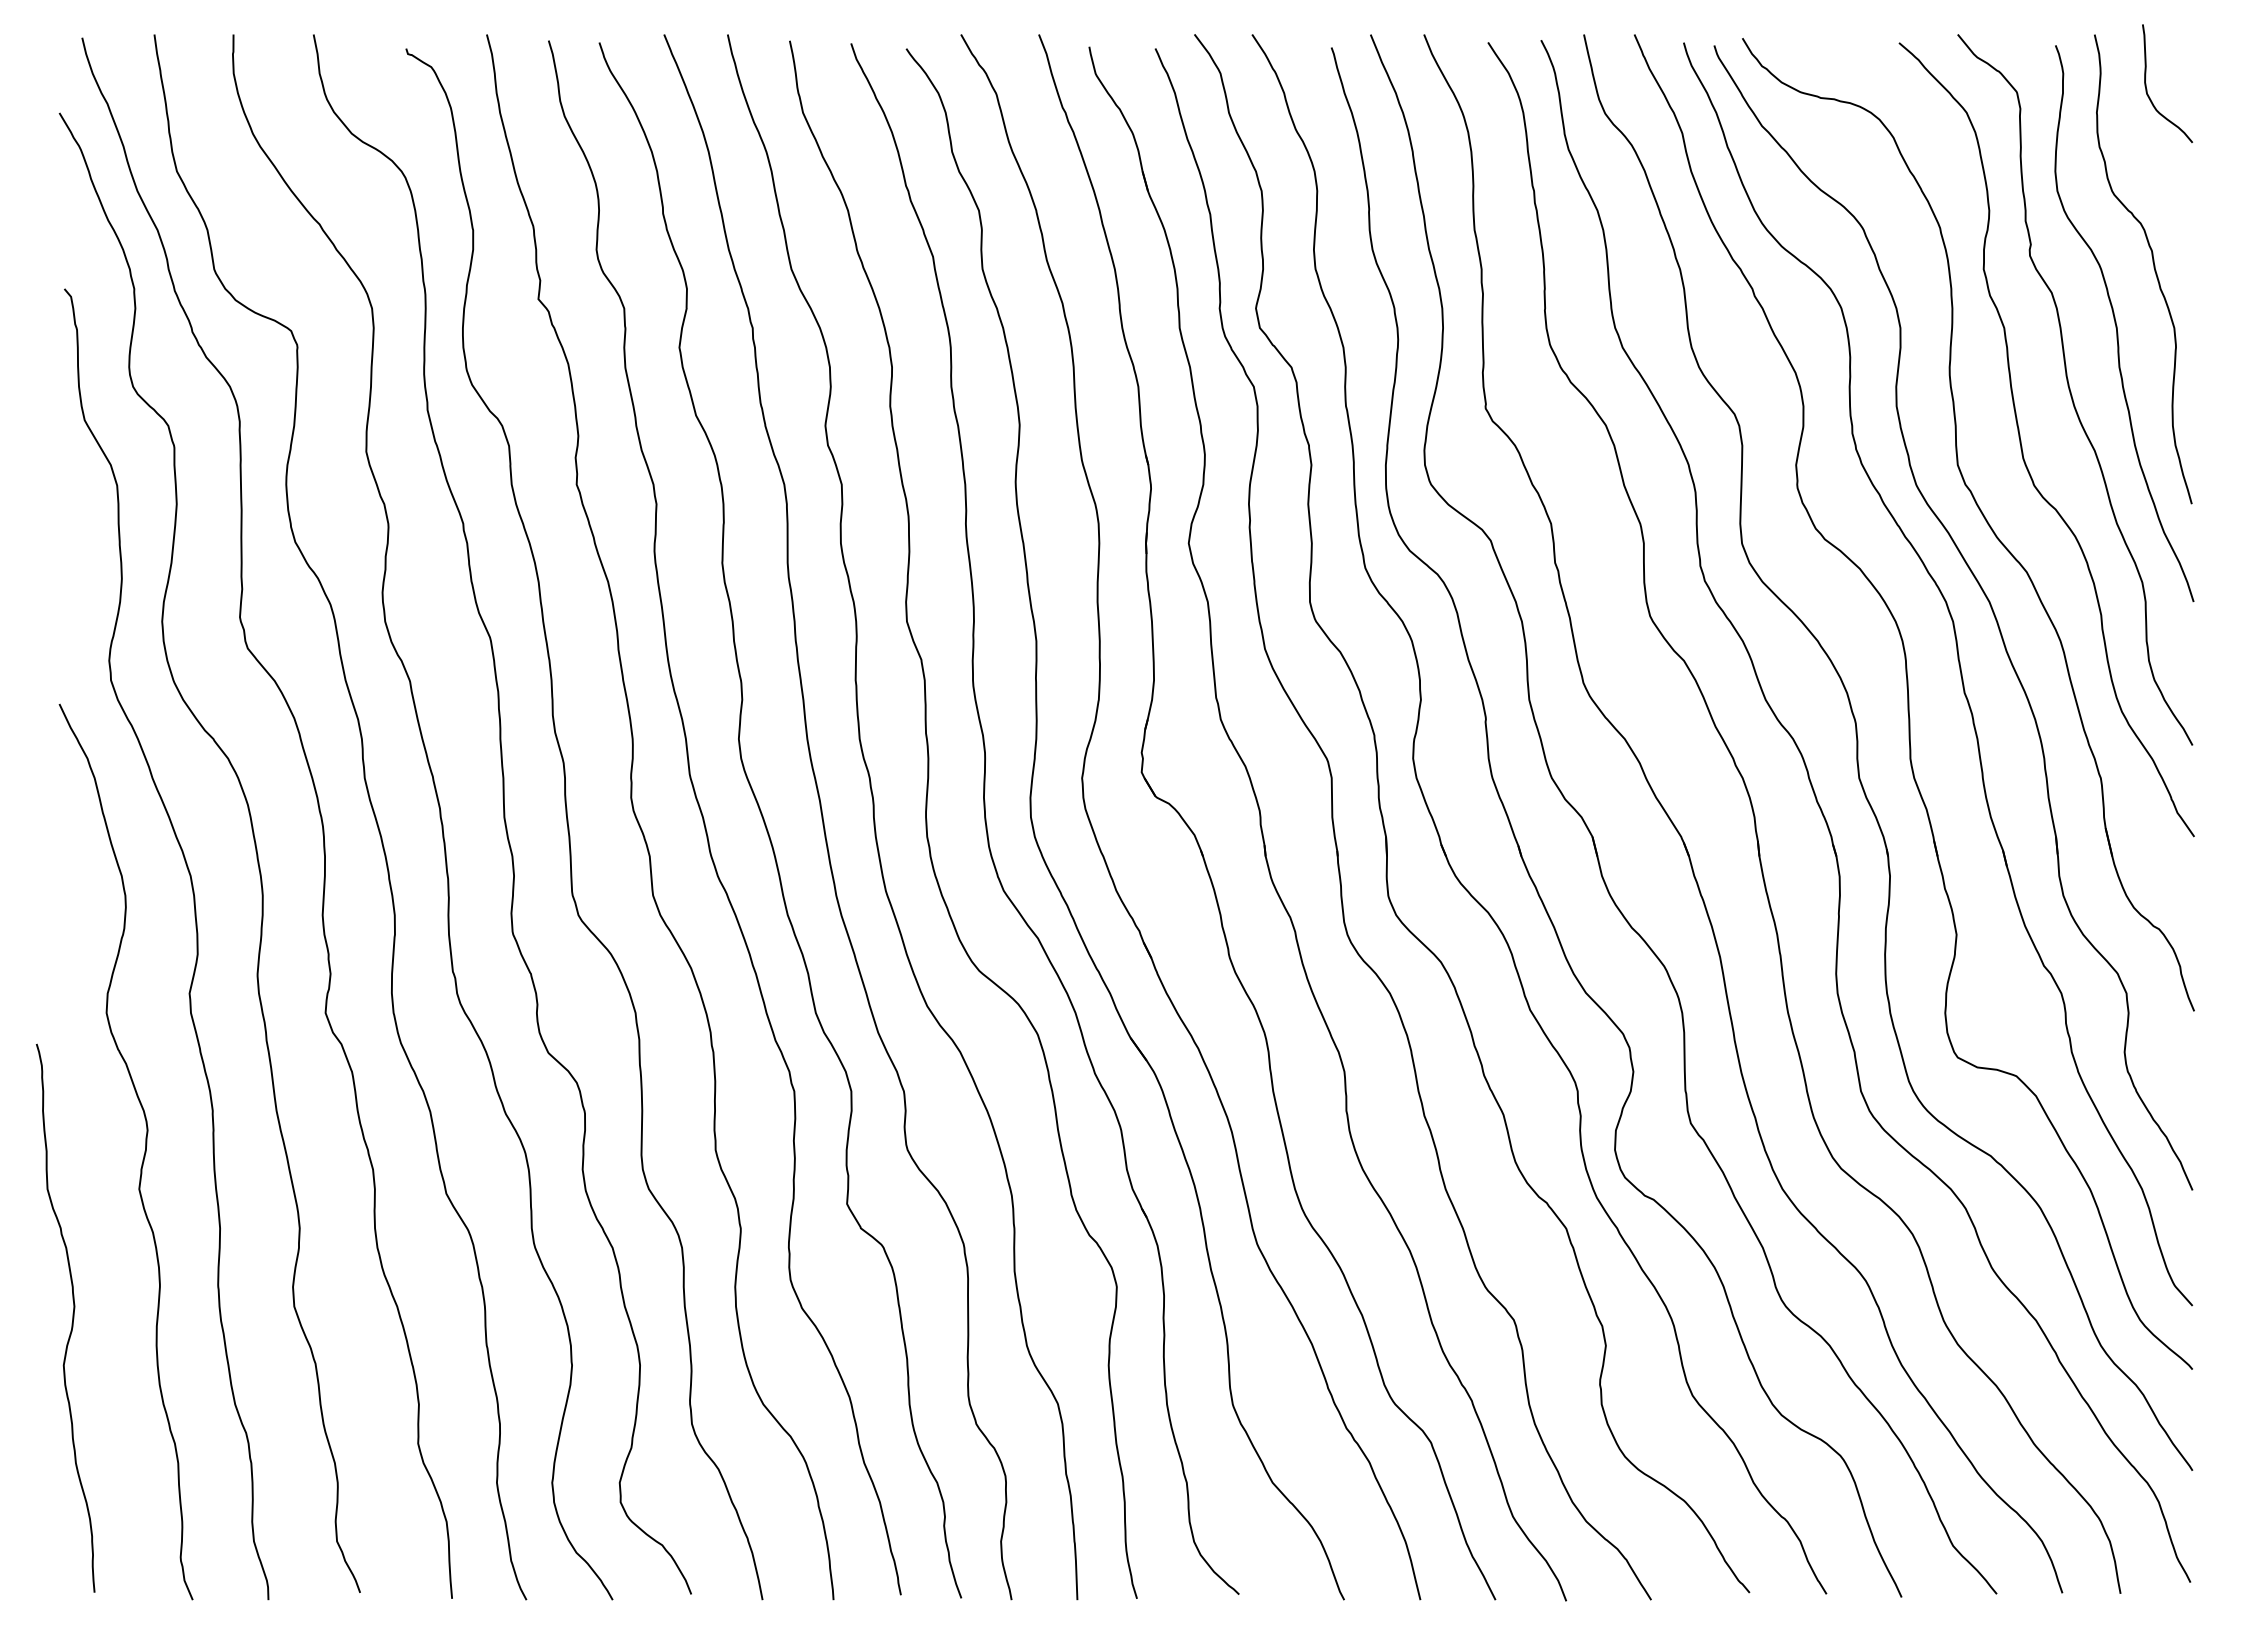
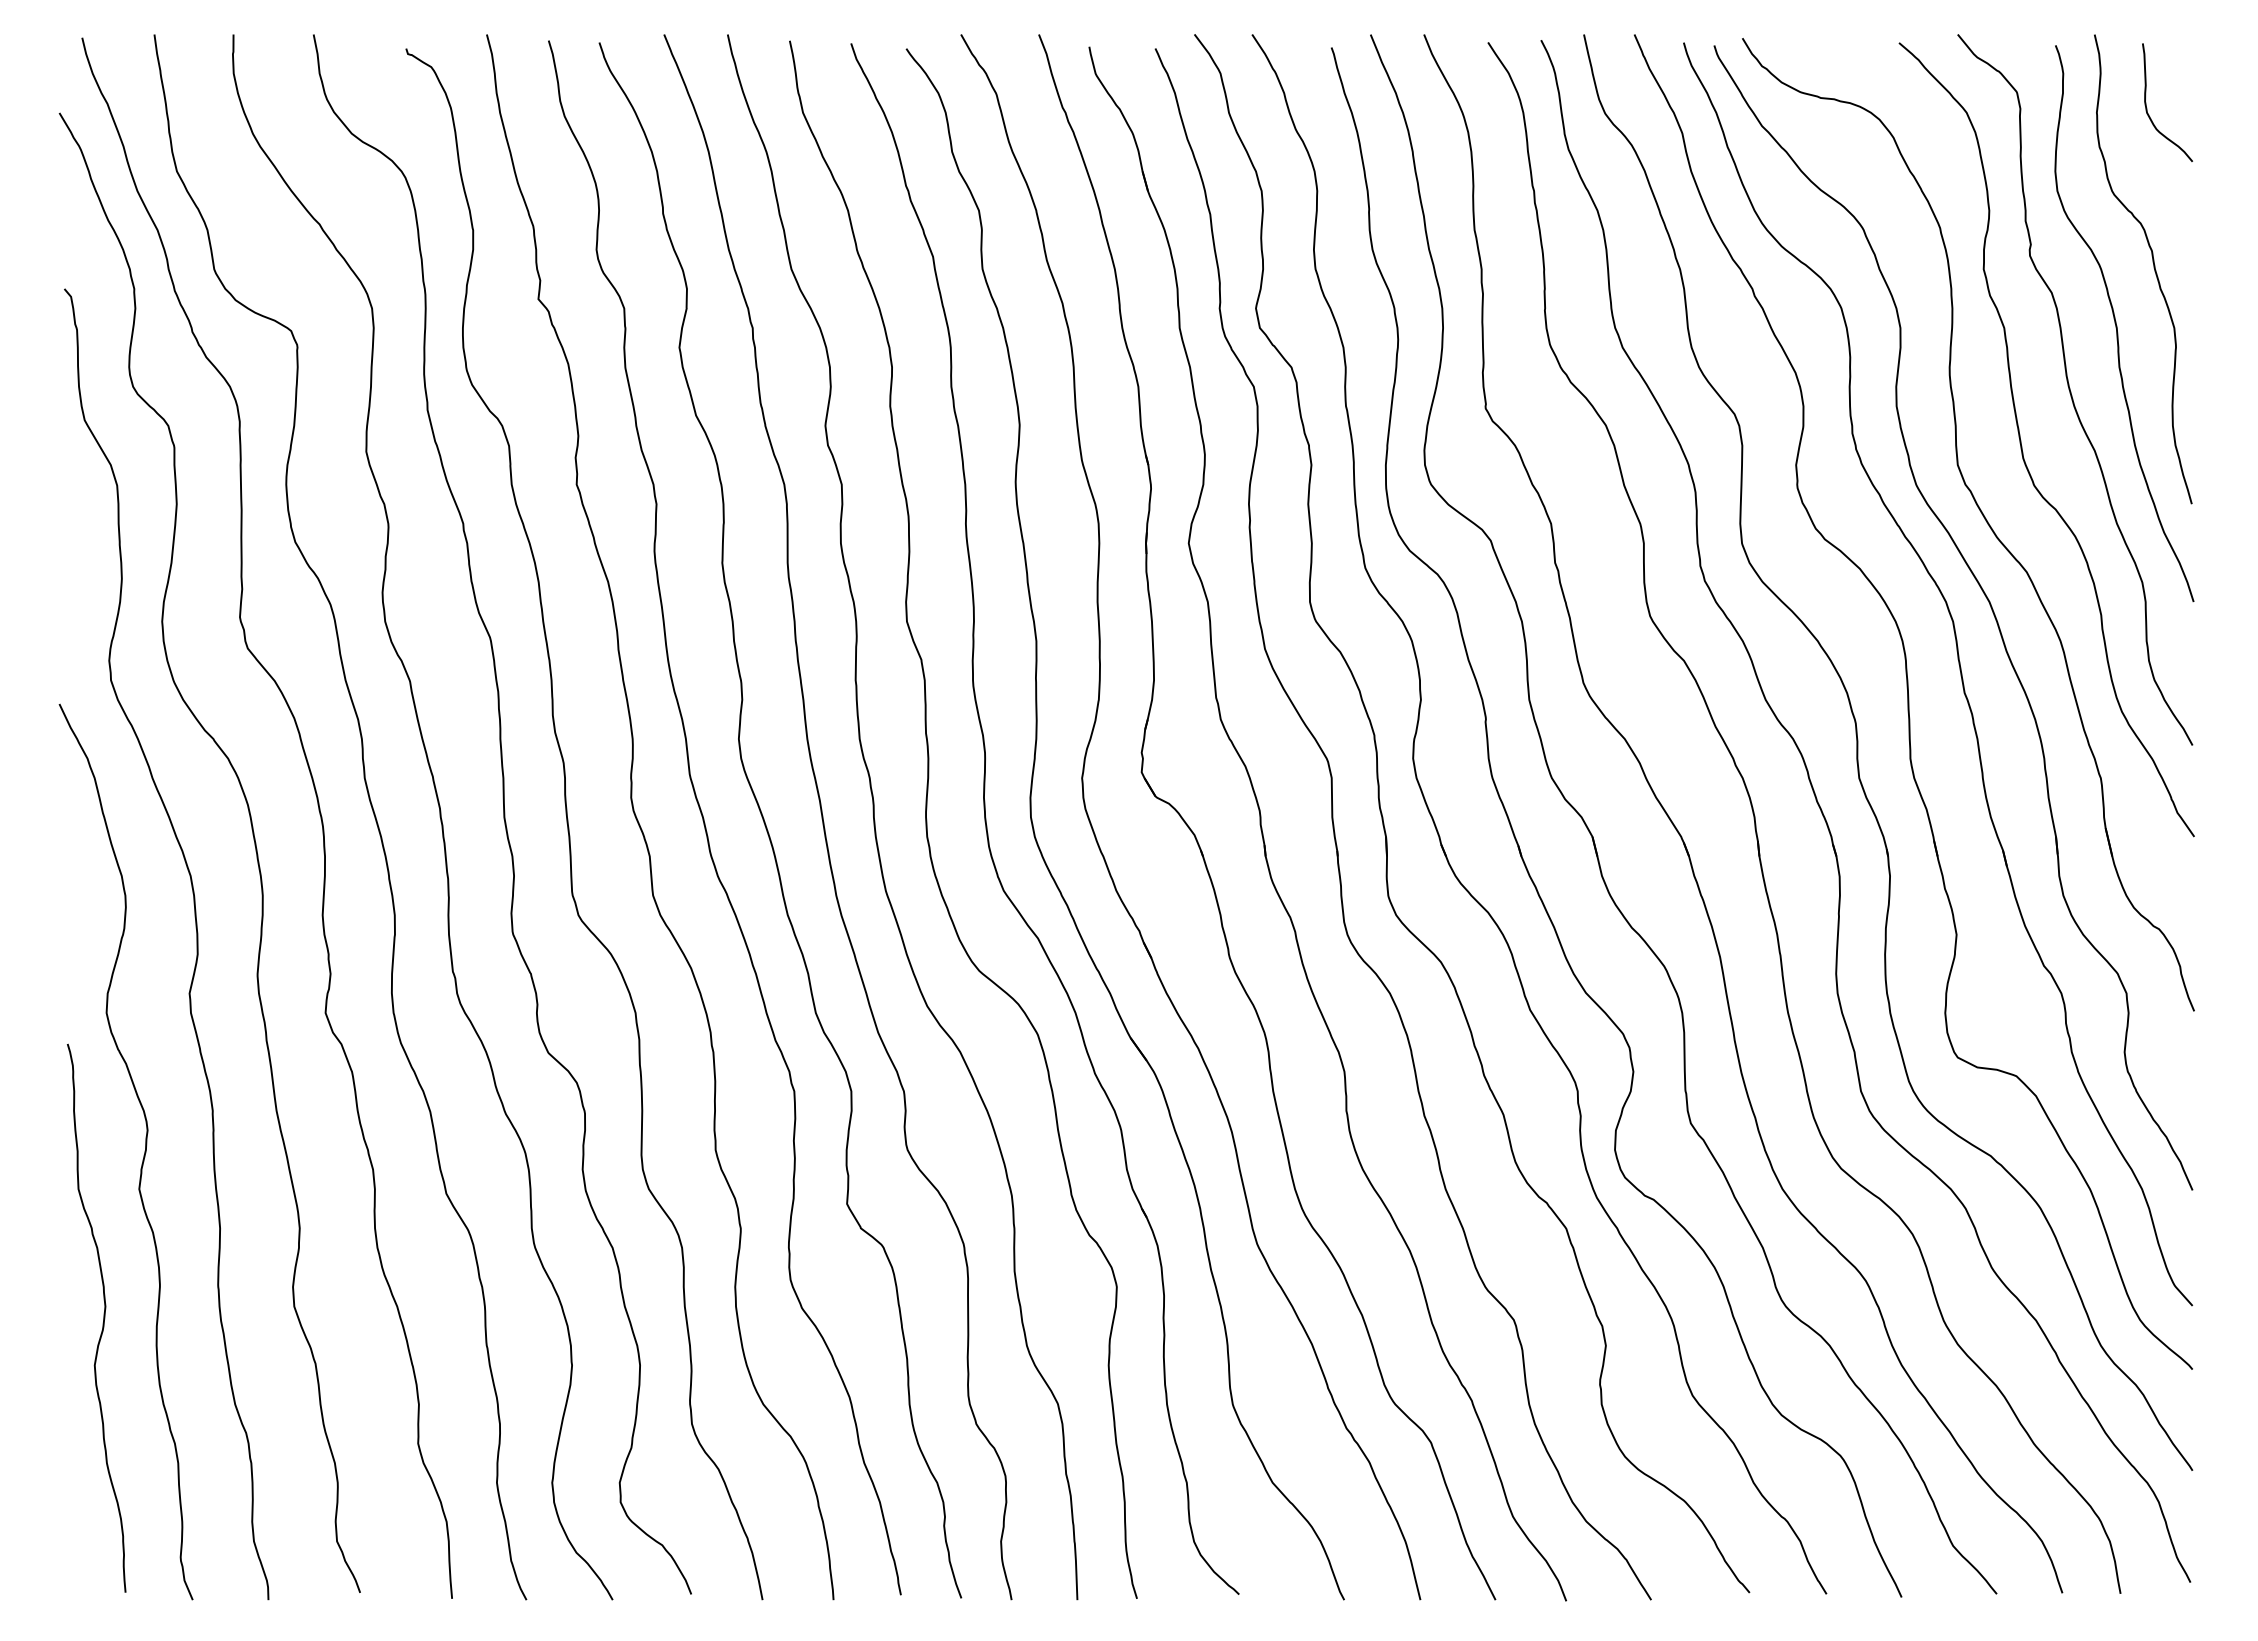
curve at (2147, 89) position: (2147, 89) -> (2147, 108)
curve at (72, 1317) position: (72, 1317) -> (103, 1317)
